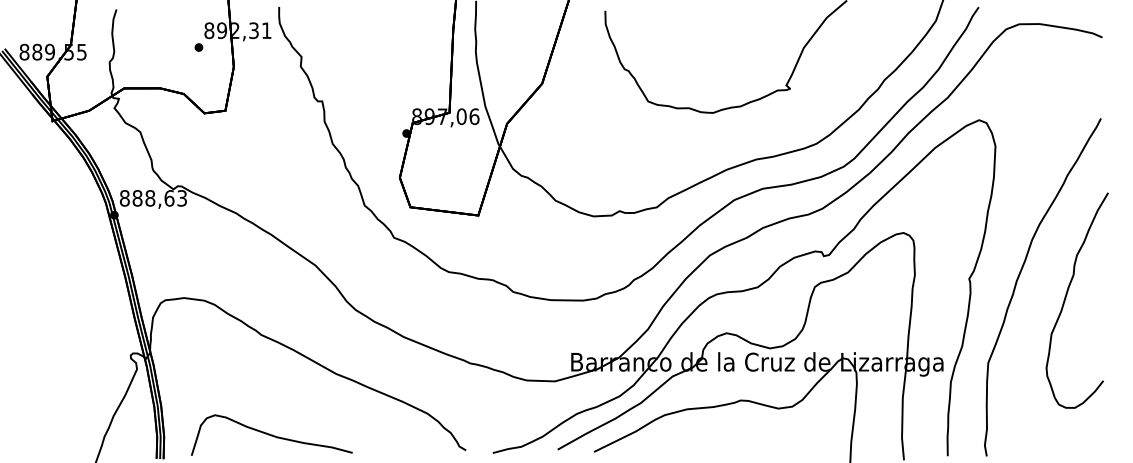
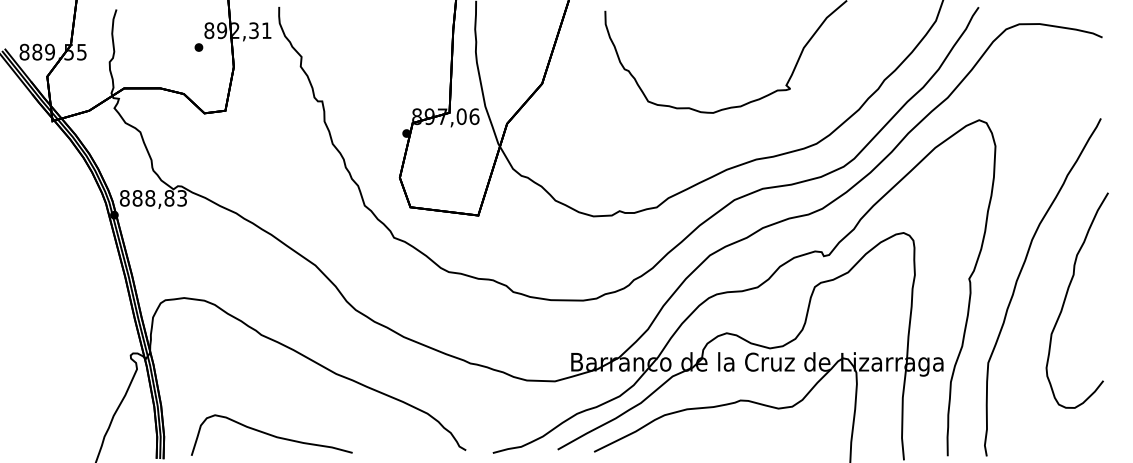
text at (169, 198): 888,63 -> 888,83
